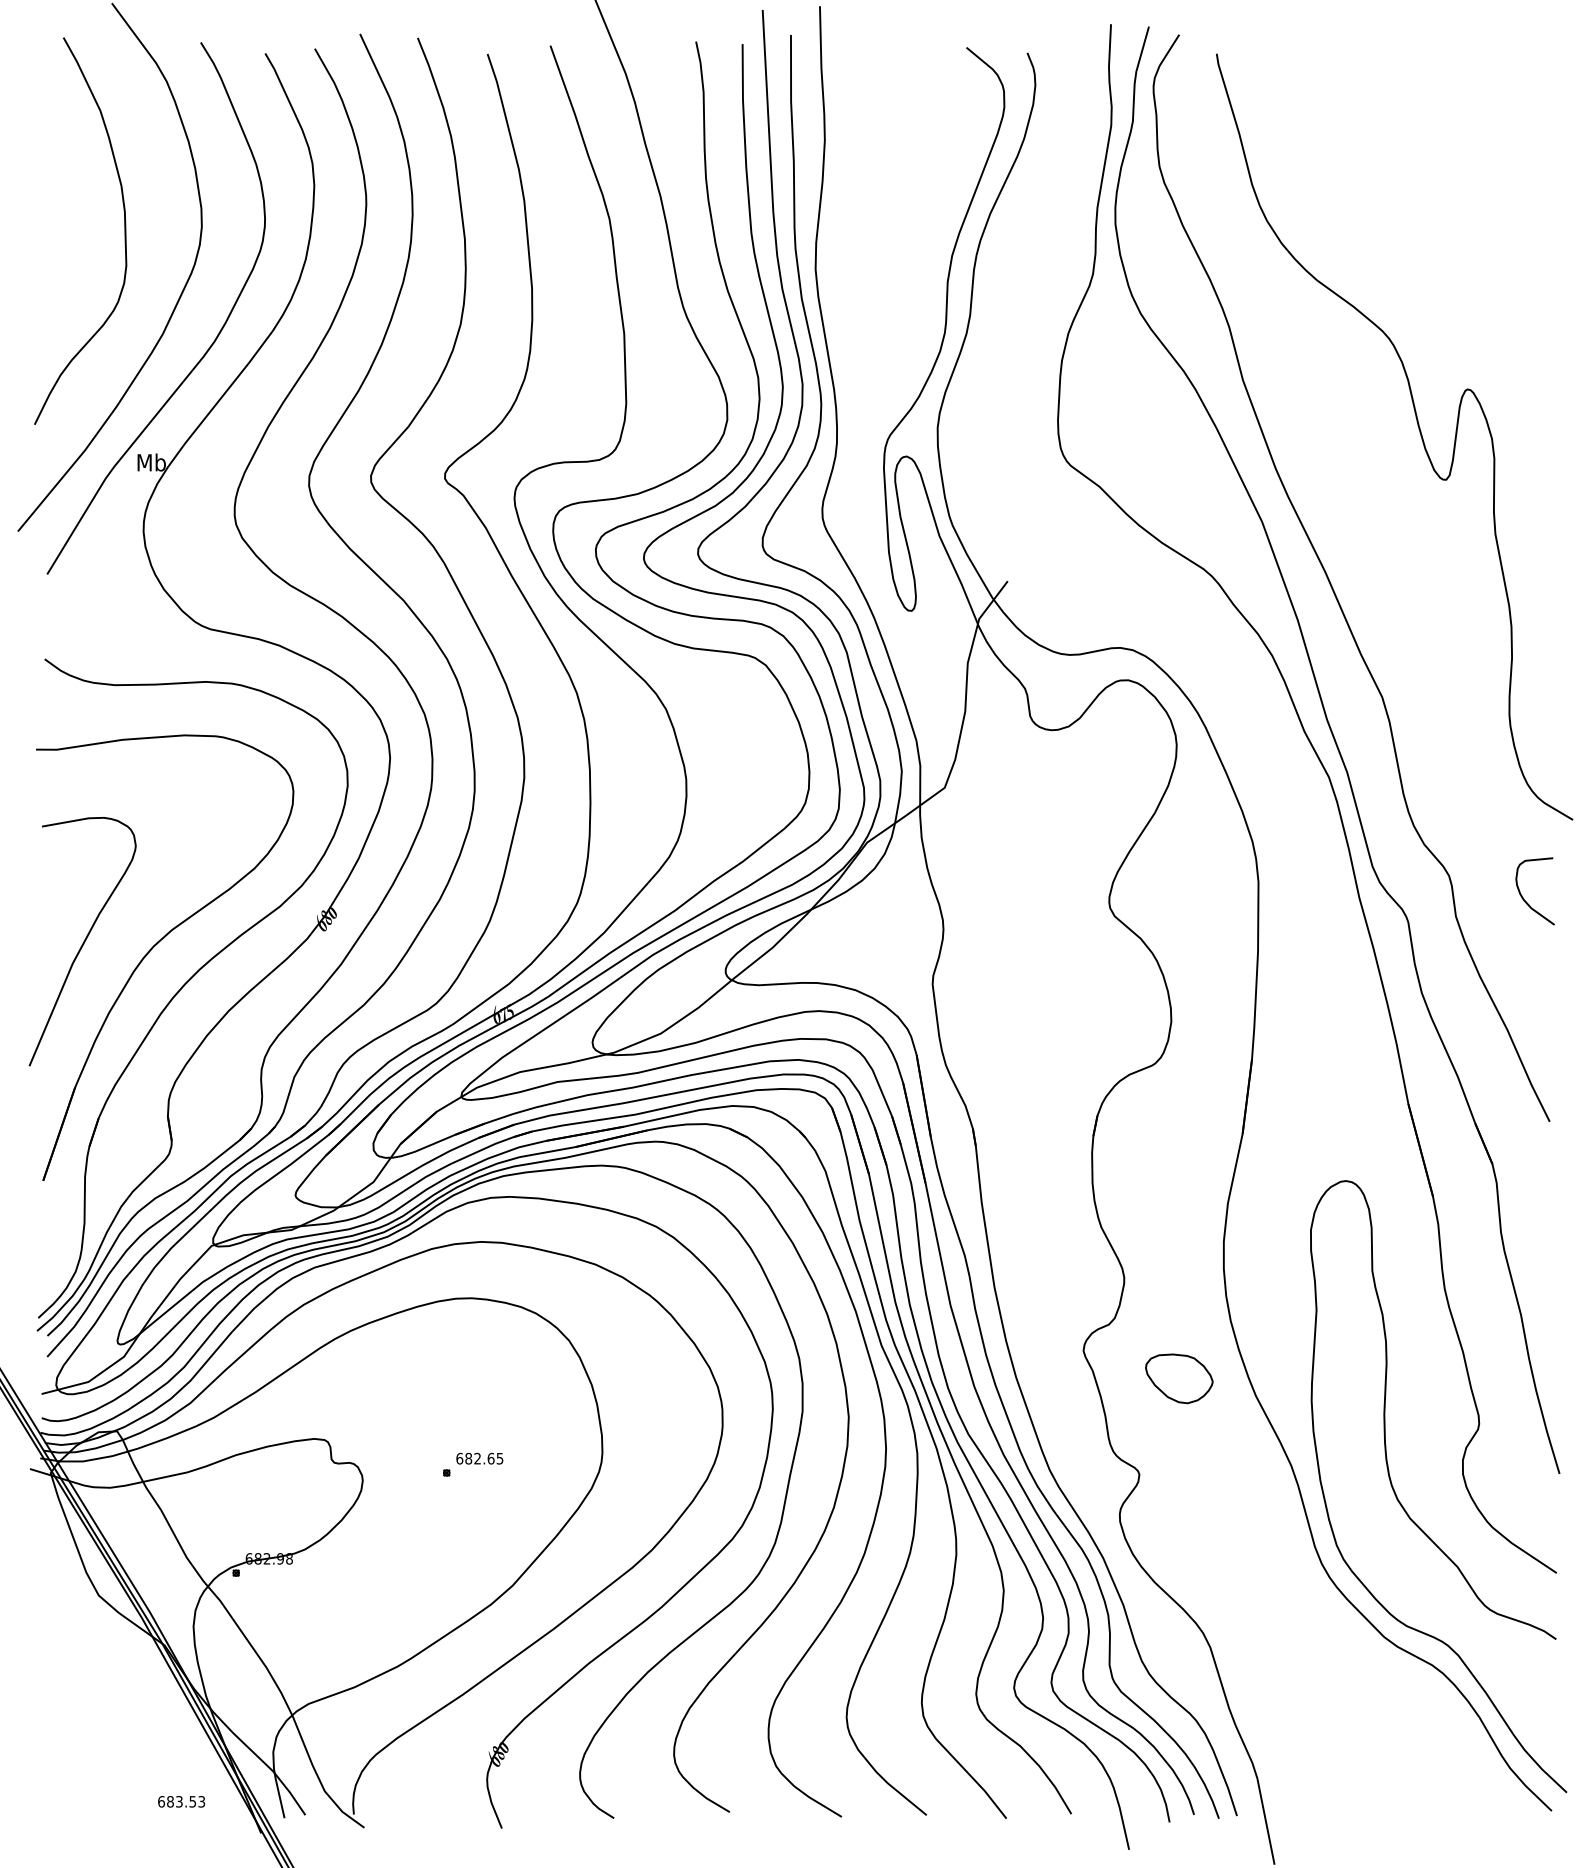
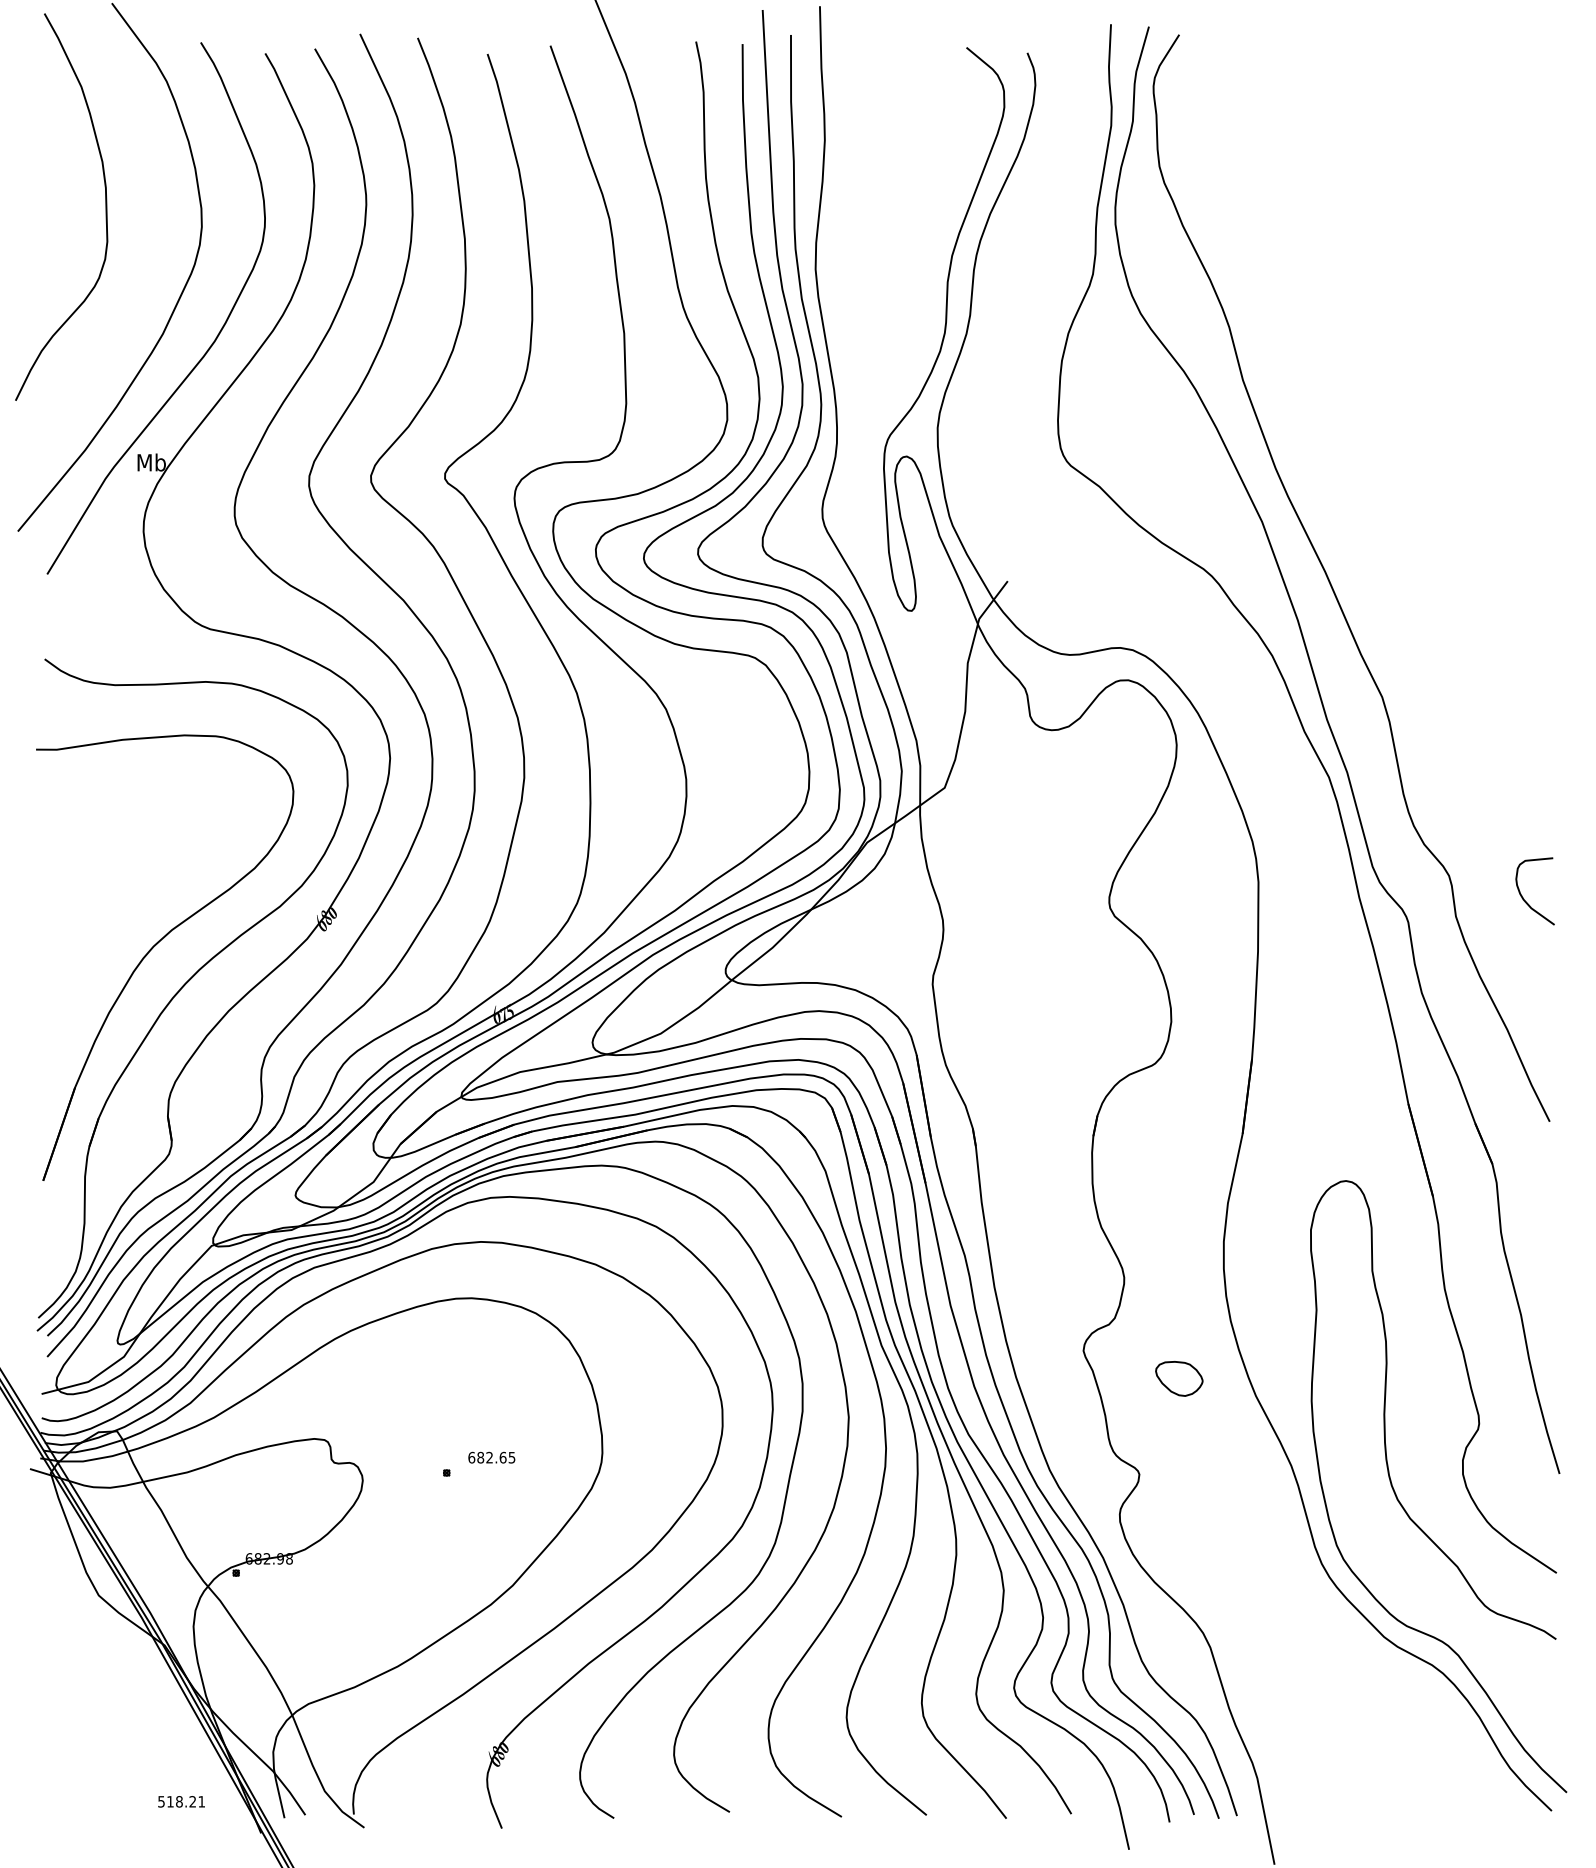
curve at (124, 230) position: (124, 230) -> (105, 206)
curve at (1418, 429): present -> none
curve at (83, 941): present -> none
part at (1179, 1378) size: 69x52 px -> 49x36 px
text at (479, 1458) position: (479, 1458) -> (491, 1457)
text at (181, 1801): 683.53 -> 518.21
